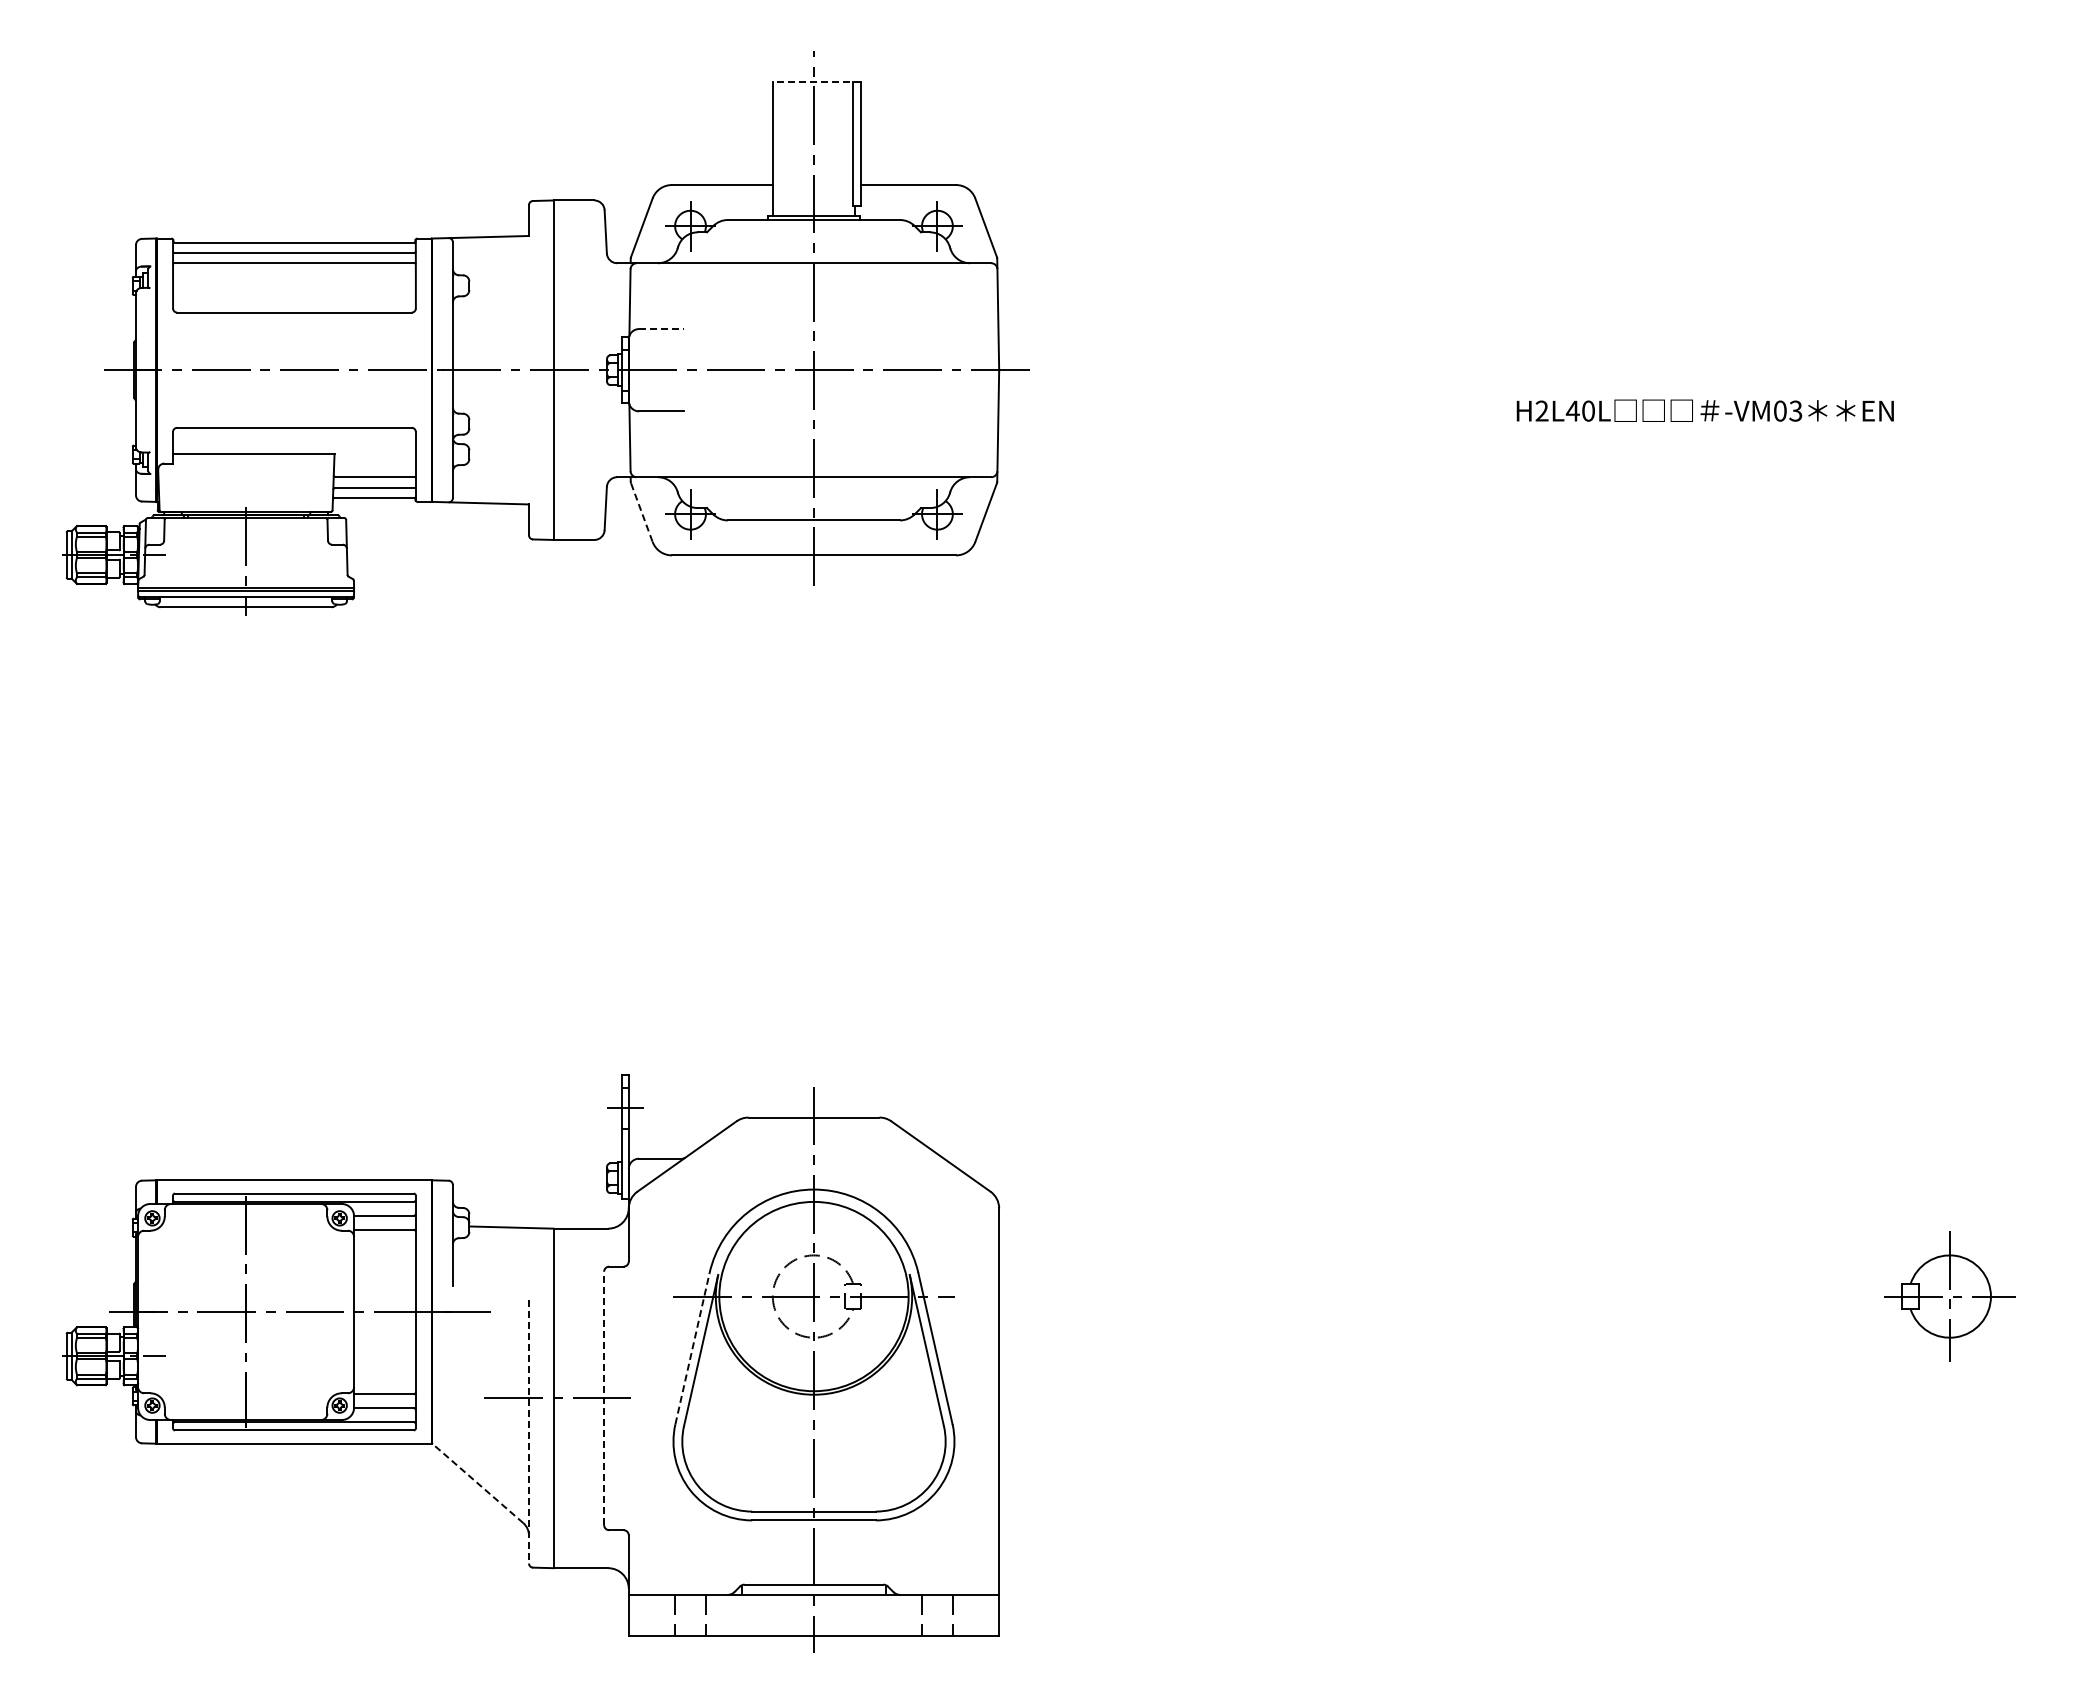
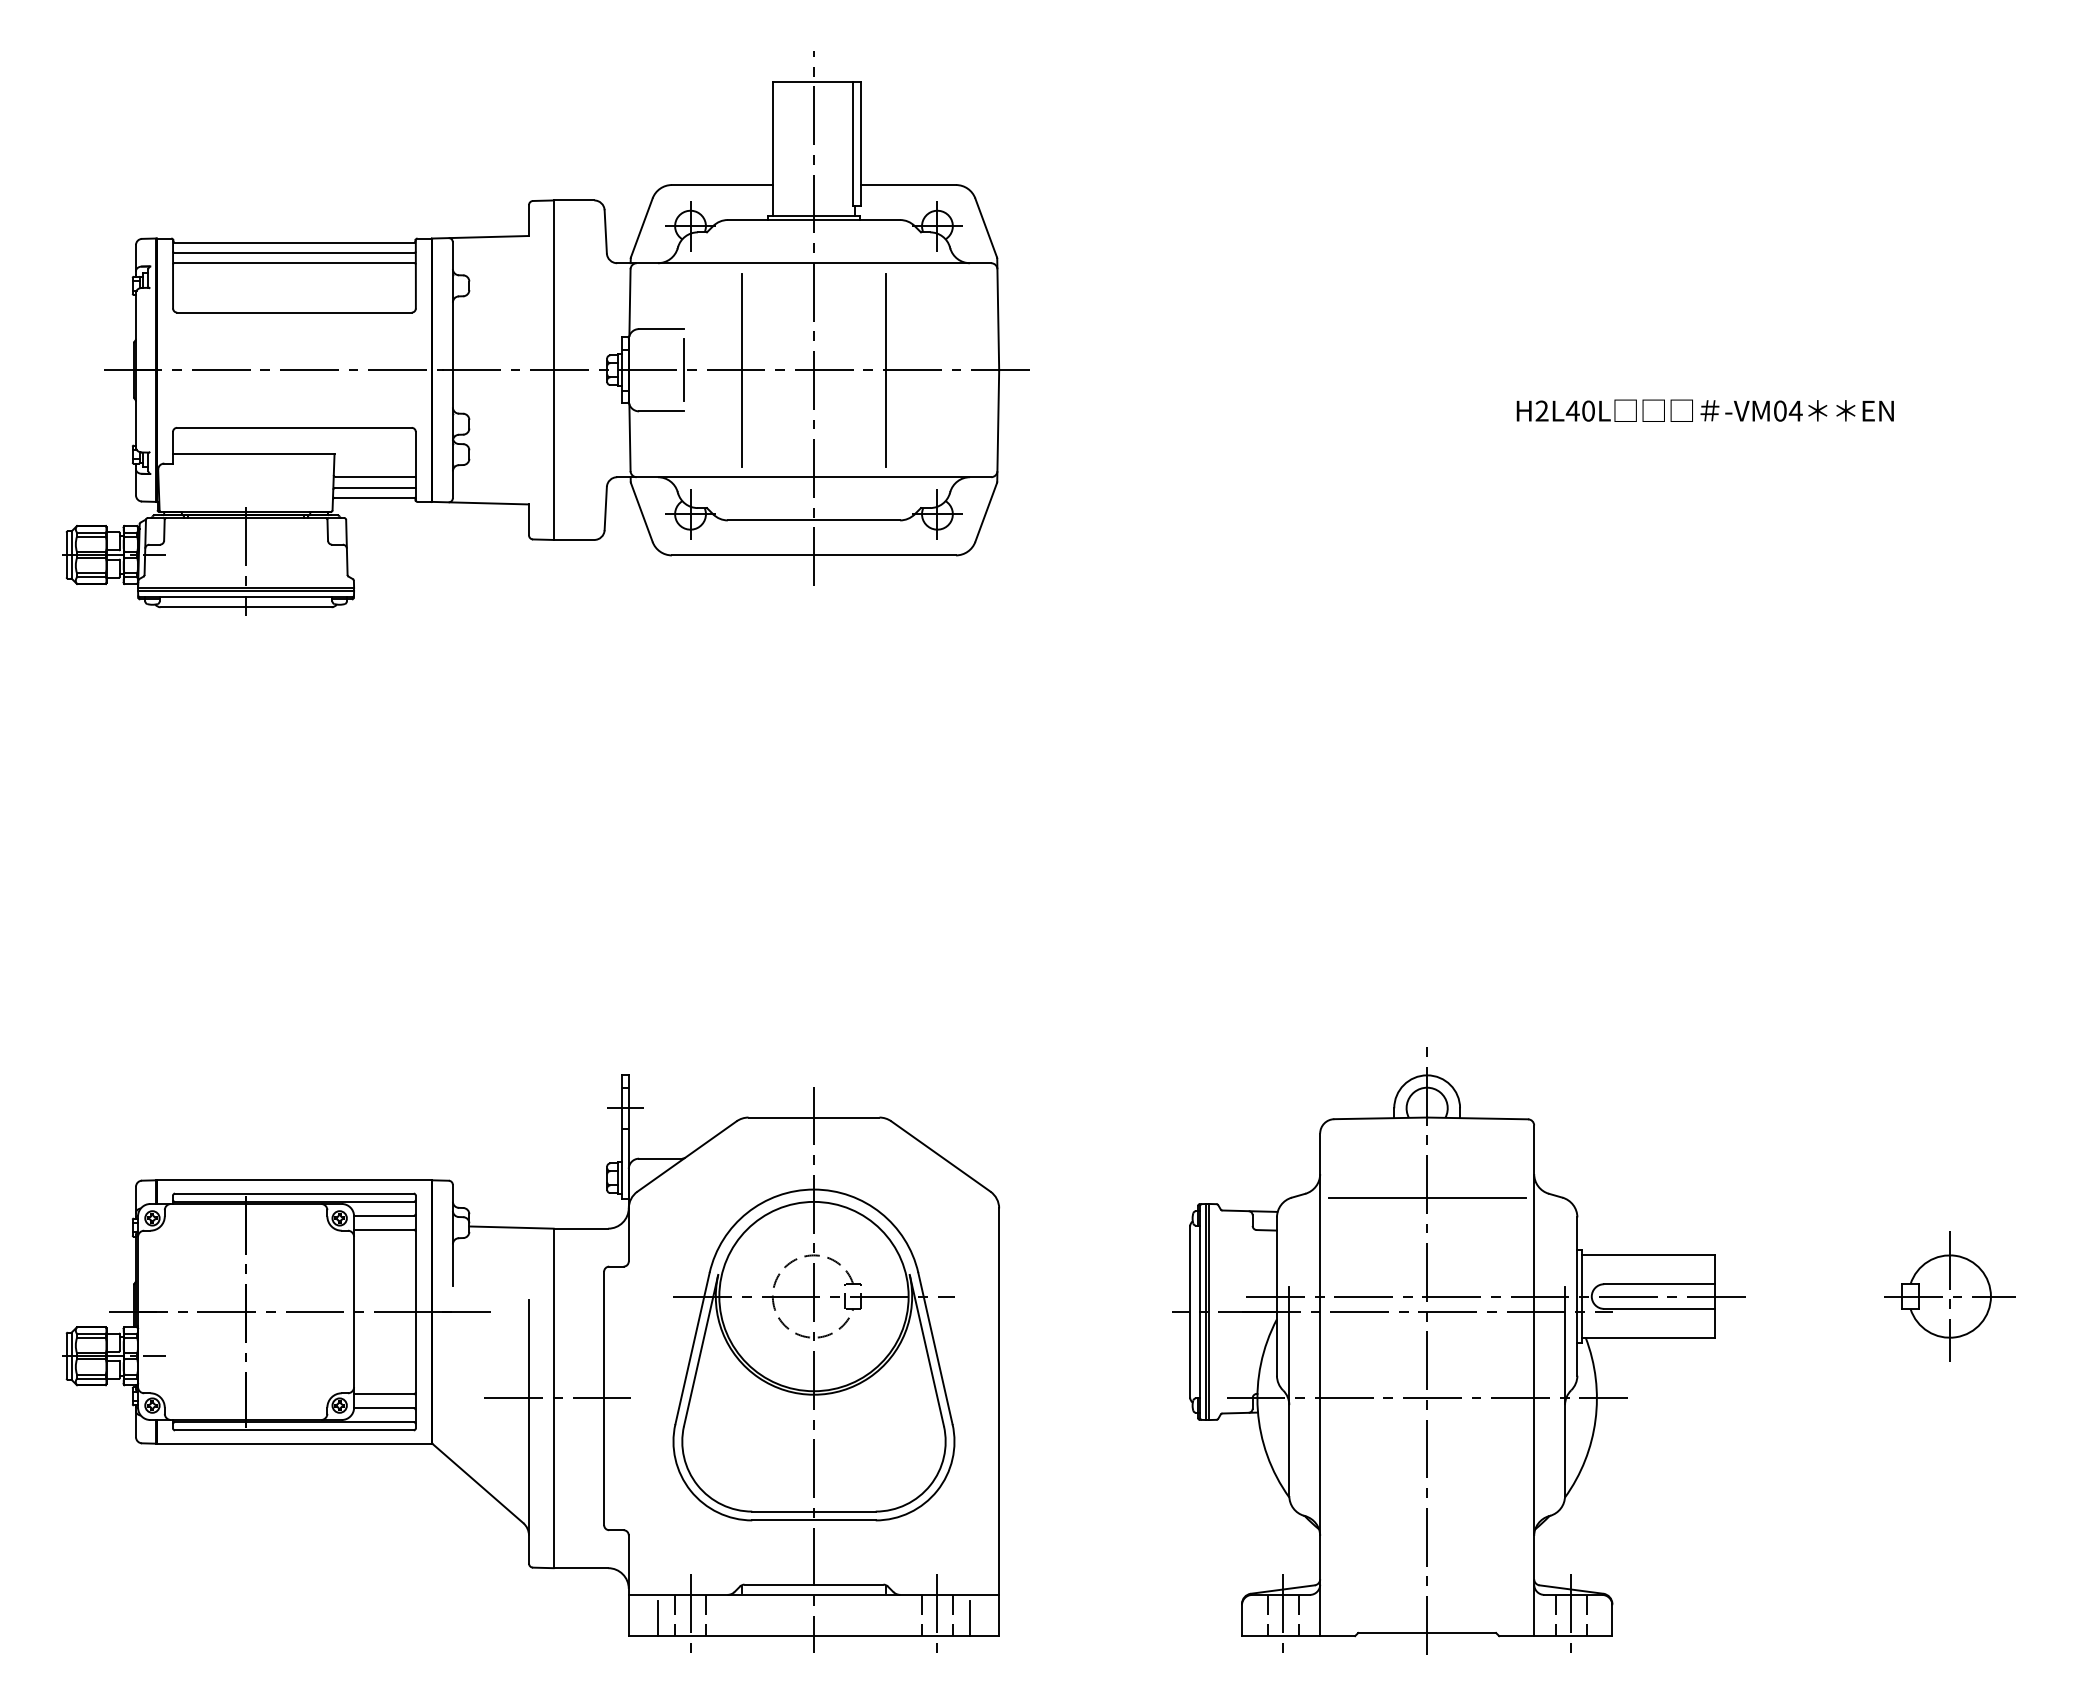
line at (816, 82): dashed -> solid
line at (662, 329): dashed -> solid
line at (741, 369): none -> present
line at (886, 369): none -> present
line at (683, 370): none -> present
text at (1795, 410): -VM03 -> -VM04
line at (642, 513): dashed -> solid
line at (692, 1348): dashed -> solid
part at (1458, 1350): none -> present
line at (604, 1398): dashed -> solid
line at (529, 1431): dashed -> solid
line at (477, 1483): dashed -> solid
line at (690, 1615): none -> present
line at (937, 1615): none -> present
line at (657, 1618): none -> present
line at (970, 1618): none -> present
